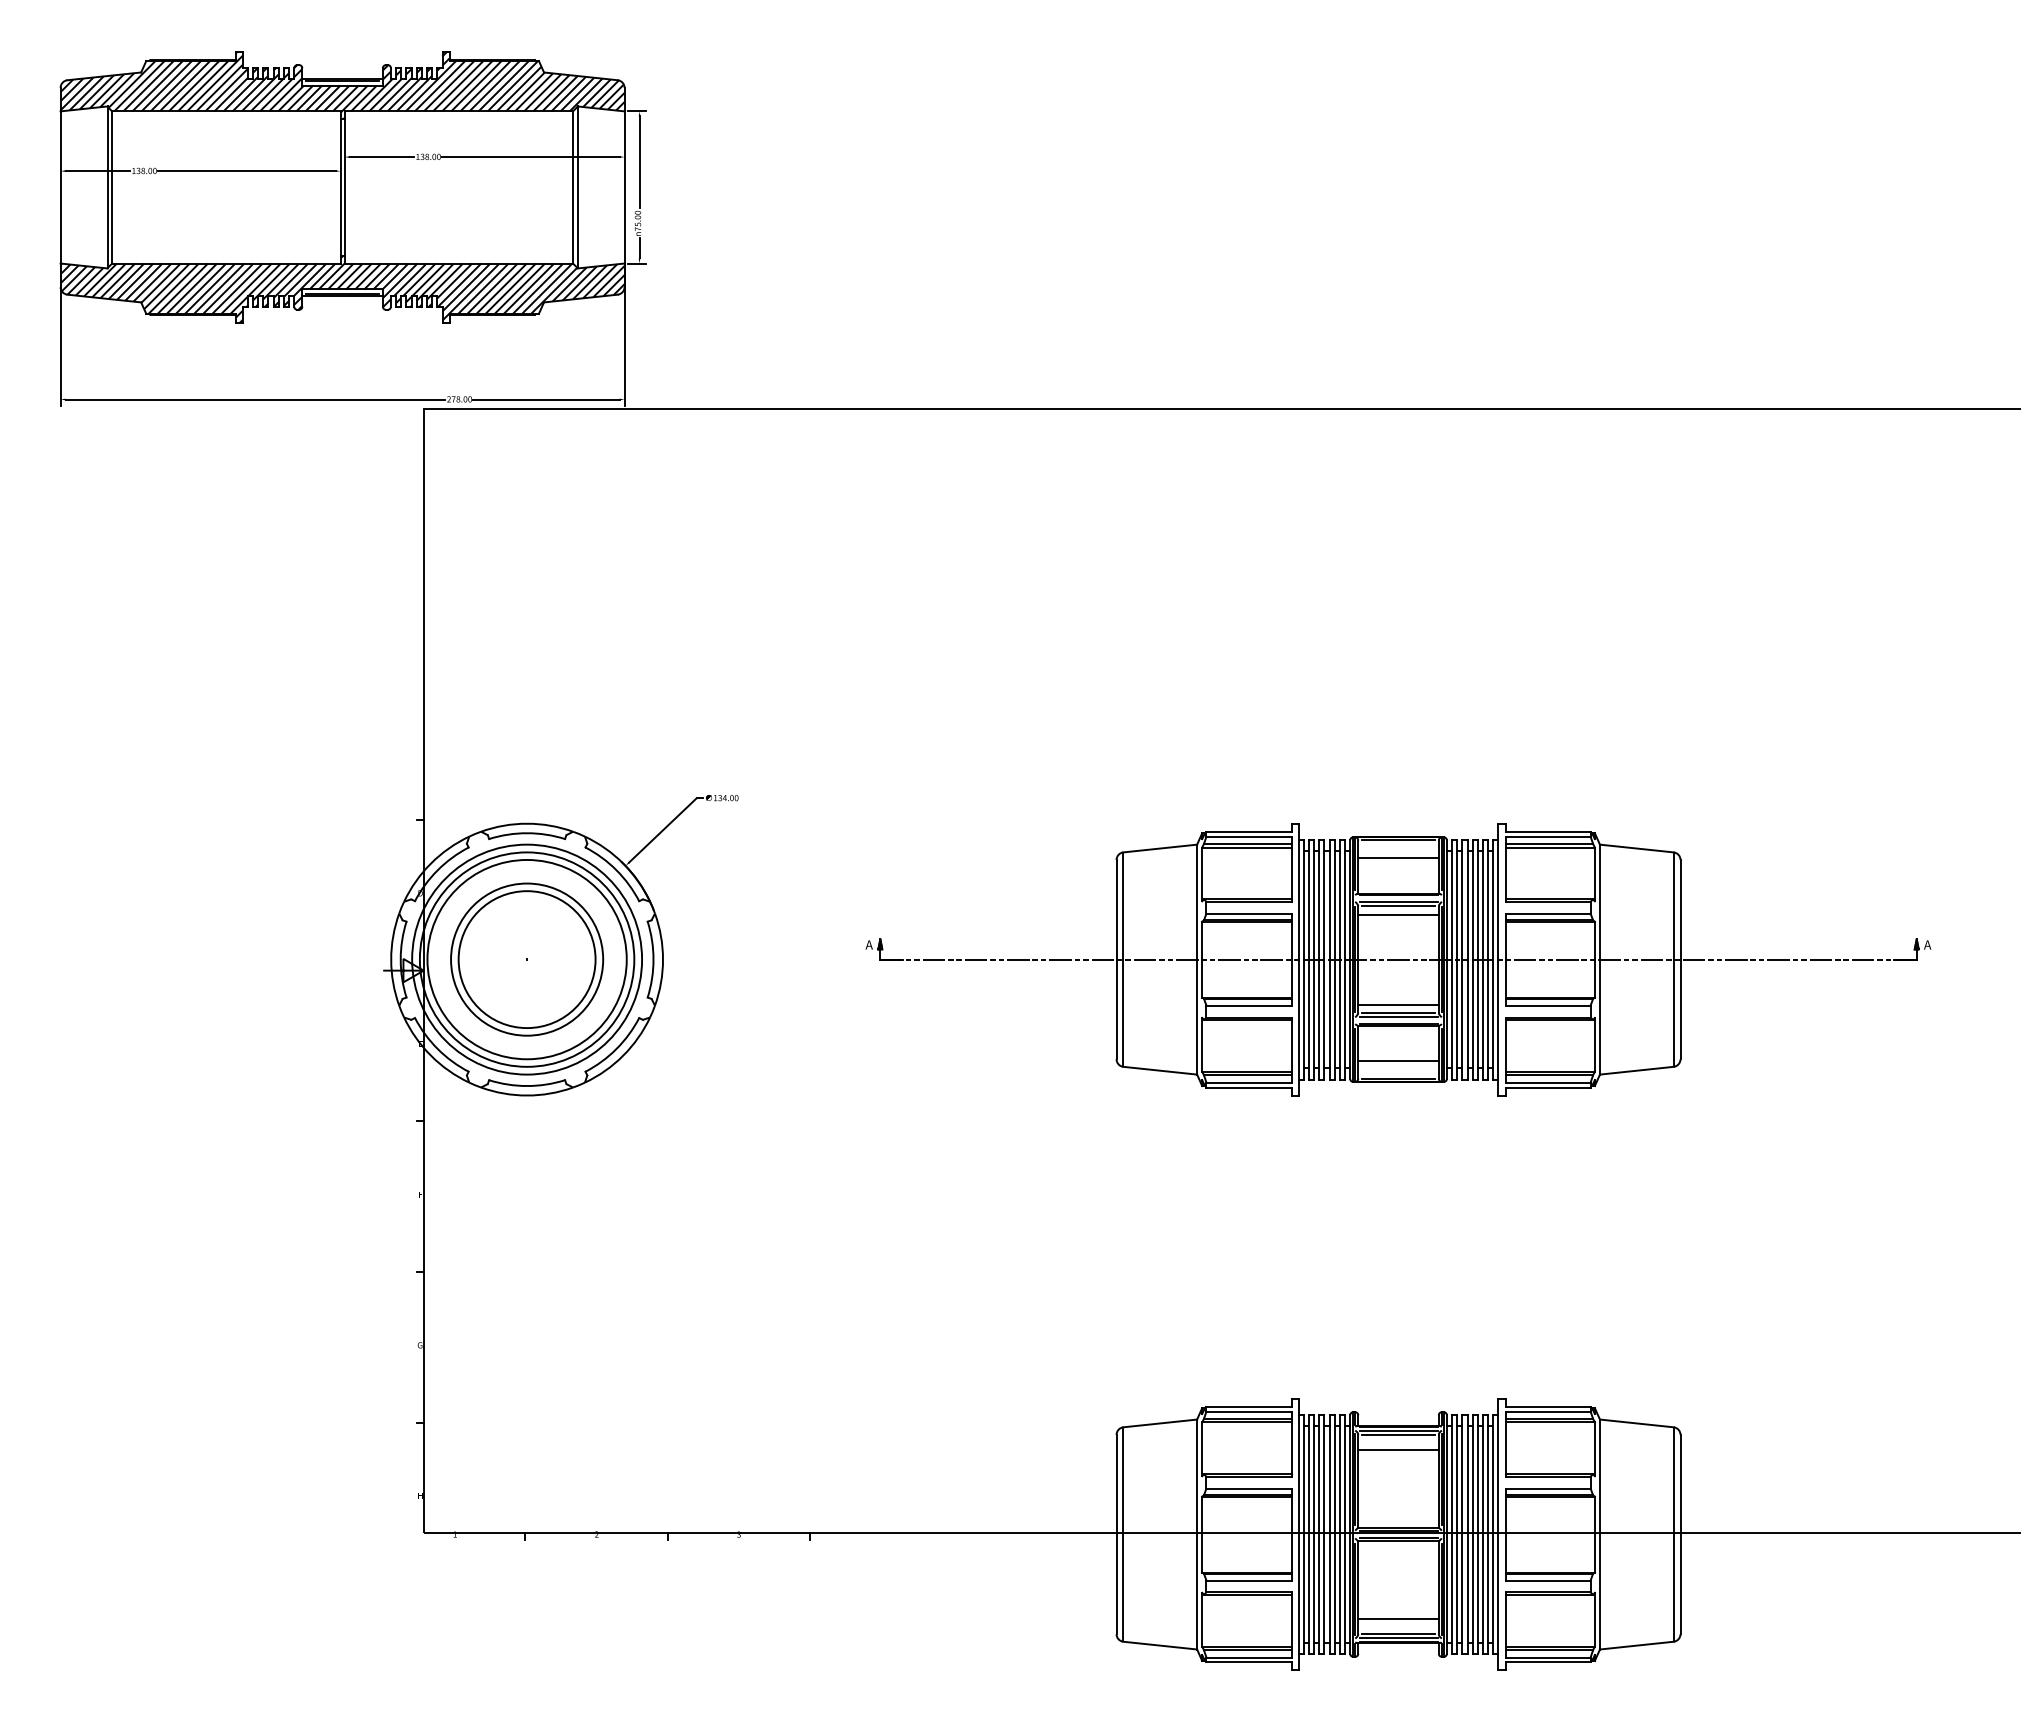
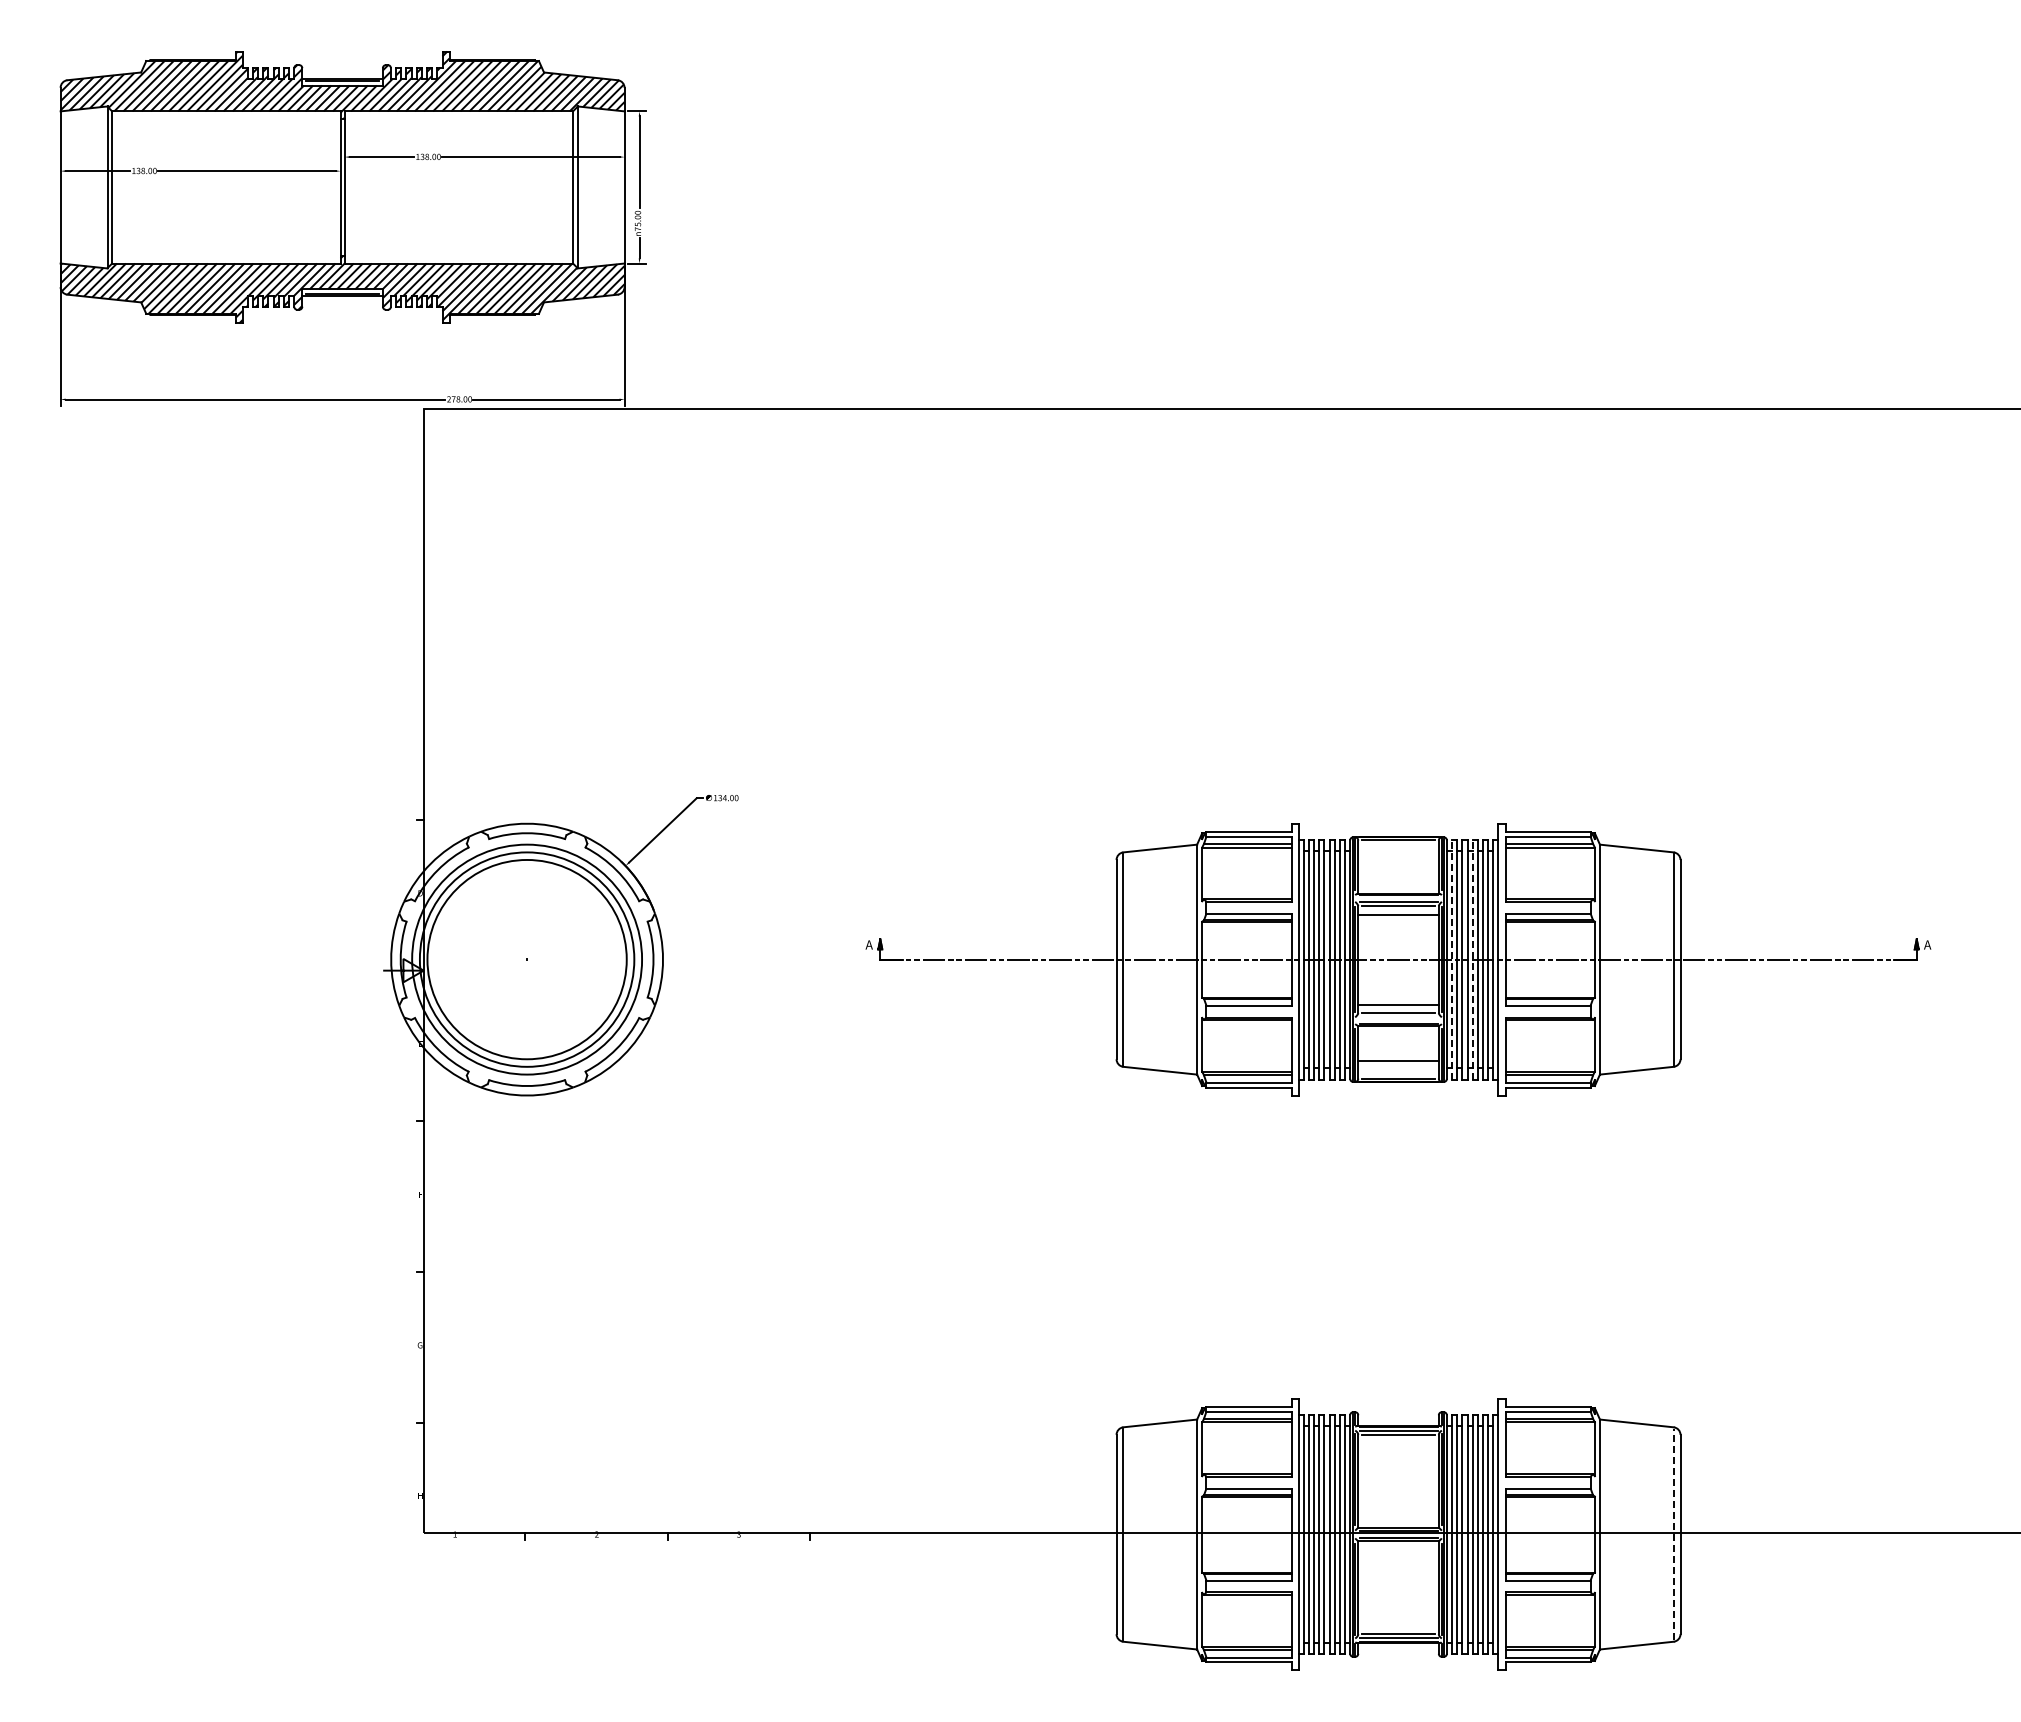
line at (1398, 857): present -> none
part at (527, 959): present -> none
line at (1452, 959): solid -> dashed
line at (1472, 959): solid -> dashed
line at (1398, 1017): present -> none
line at (1398, 1449): present -> none
line at (1673, 1534): solid -> dashed
line at (1398, 1619): present -> none
